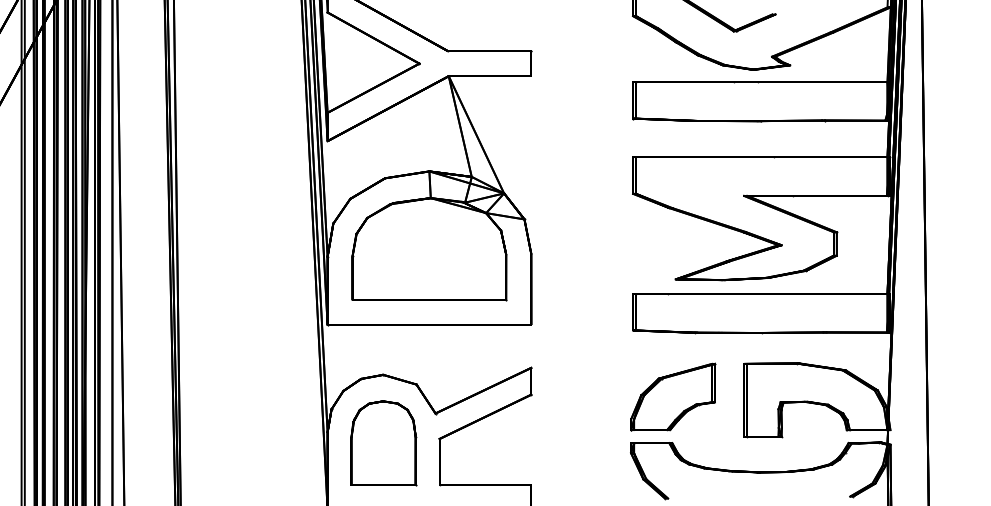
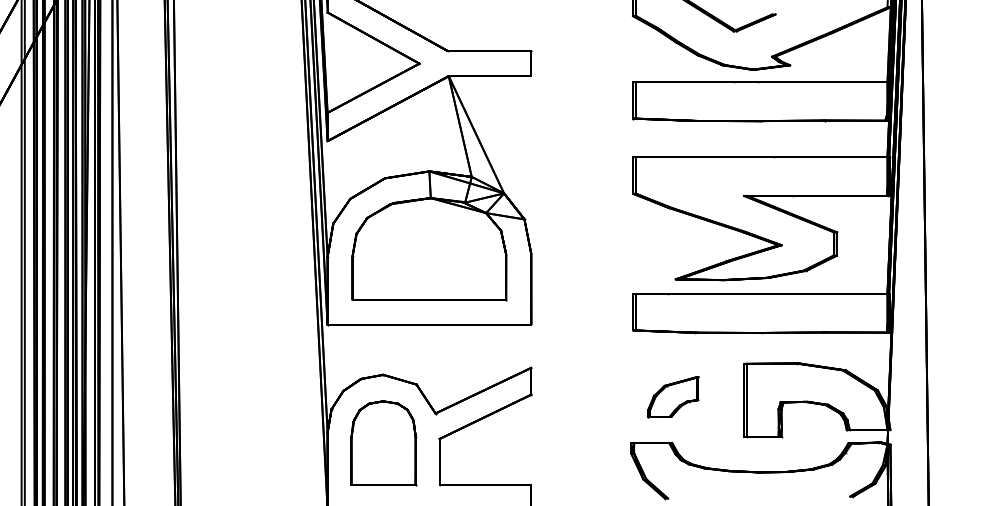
part at (673, 396) size: 87x70 px -> 53x43 px
